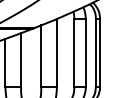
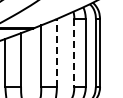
line at (56, 52): solid -> dashed
line at (74, 53): solid -> dashed
